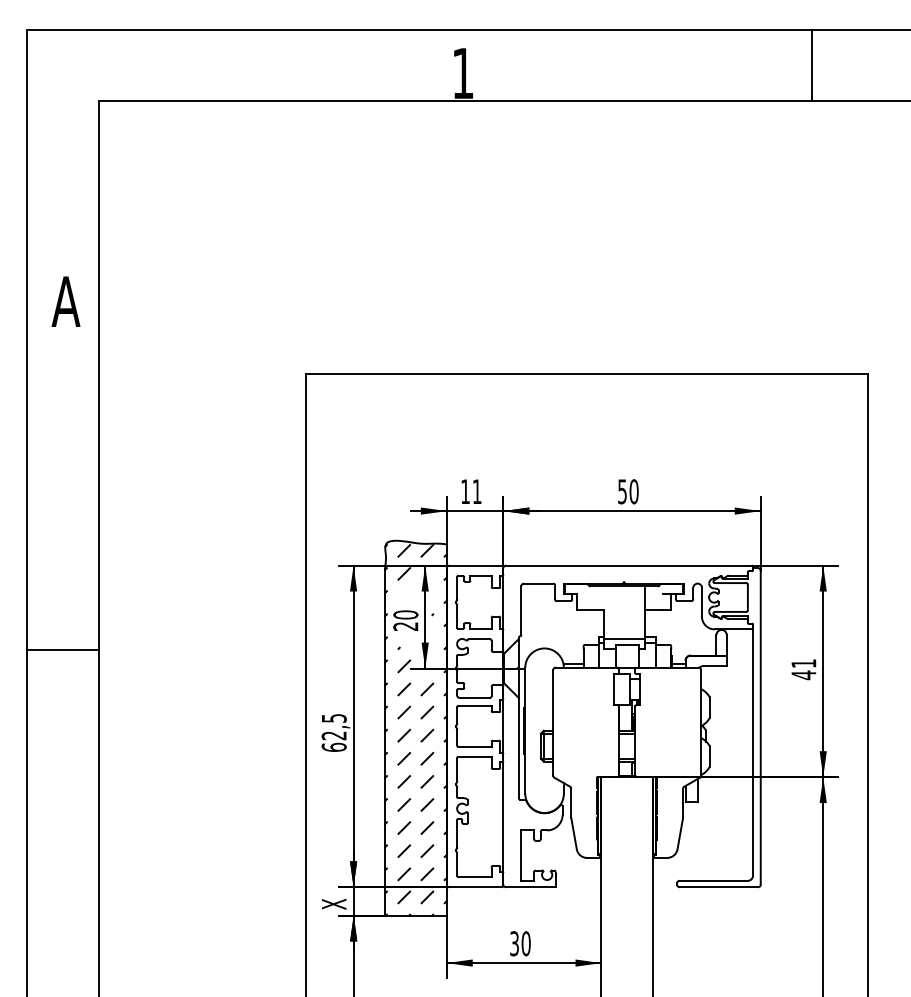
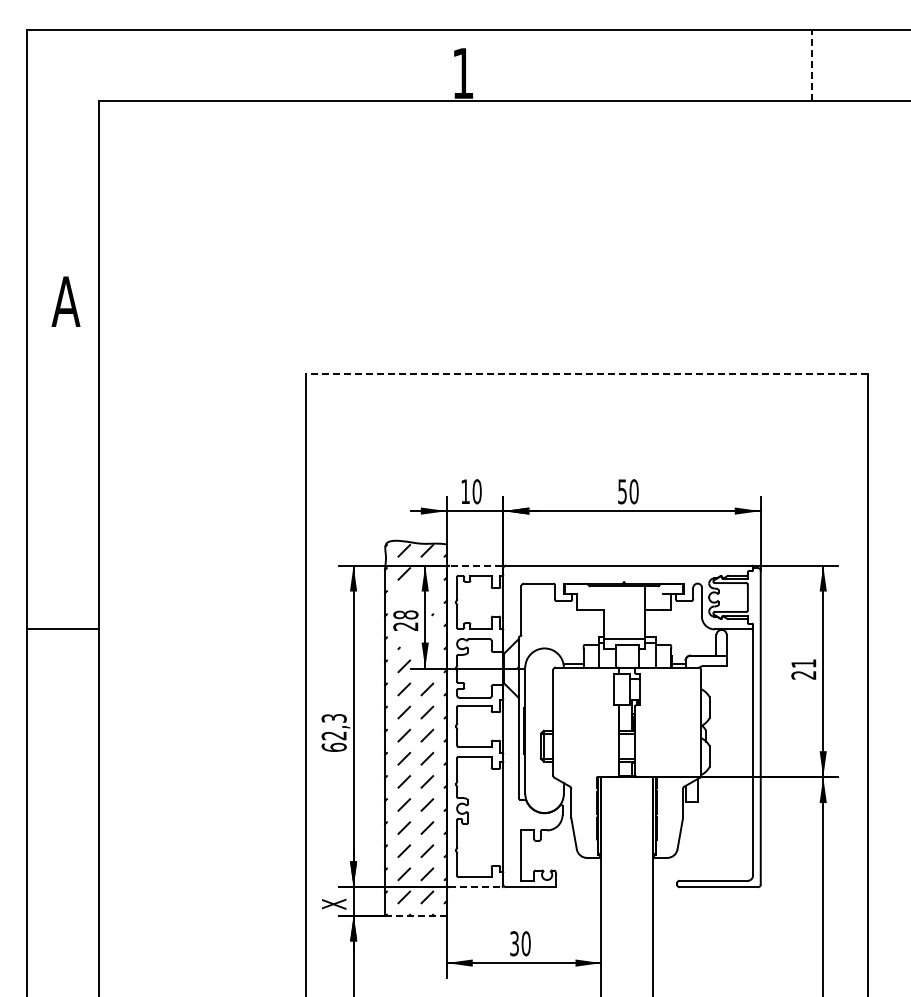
line at (811, 65): solid -> dashed
line at (586, 373): solid -> dashed
text at (476, 491): 11 -> 10
line at (475, 565): solid -> dashed
text at (405, 614): 20 -> 28
line at (62, 650) position: (62, 650) -> (62, 629)
text at (803, 675): 41 -> 21
text at (333, 718): 62,5 -> 62,3
line at (476, 887): solid -> dashed
line at (415, 915): solid -> dashed
